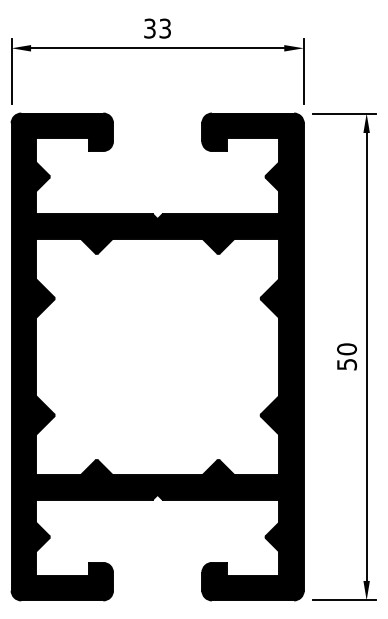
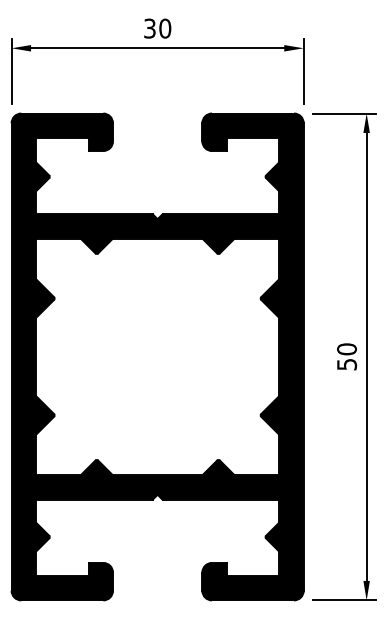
text at (165, 28): 33 -> 30
